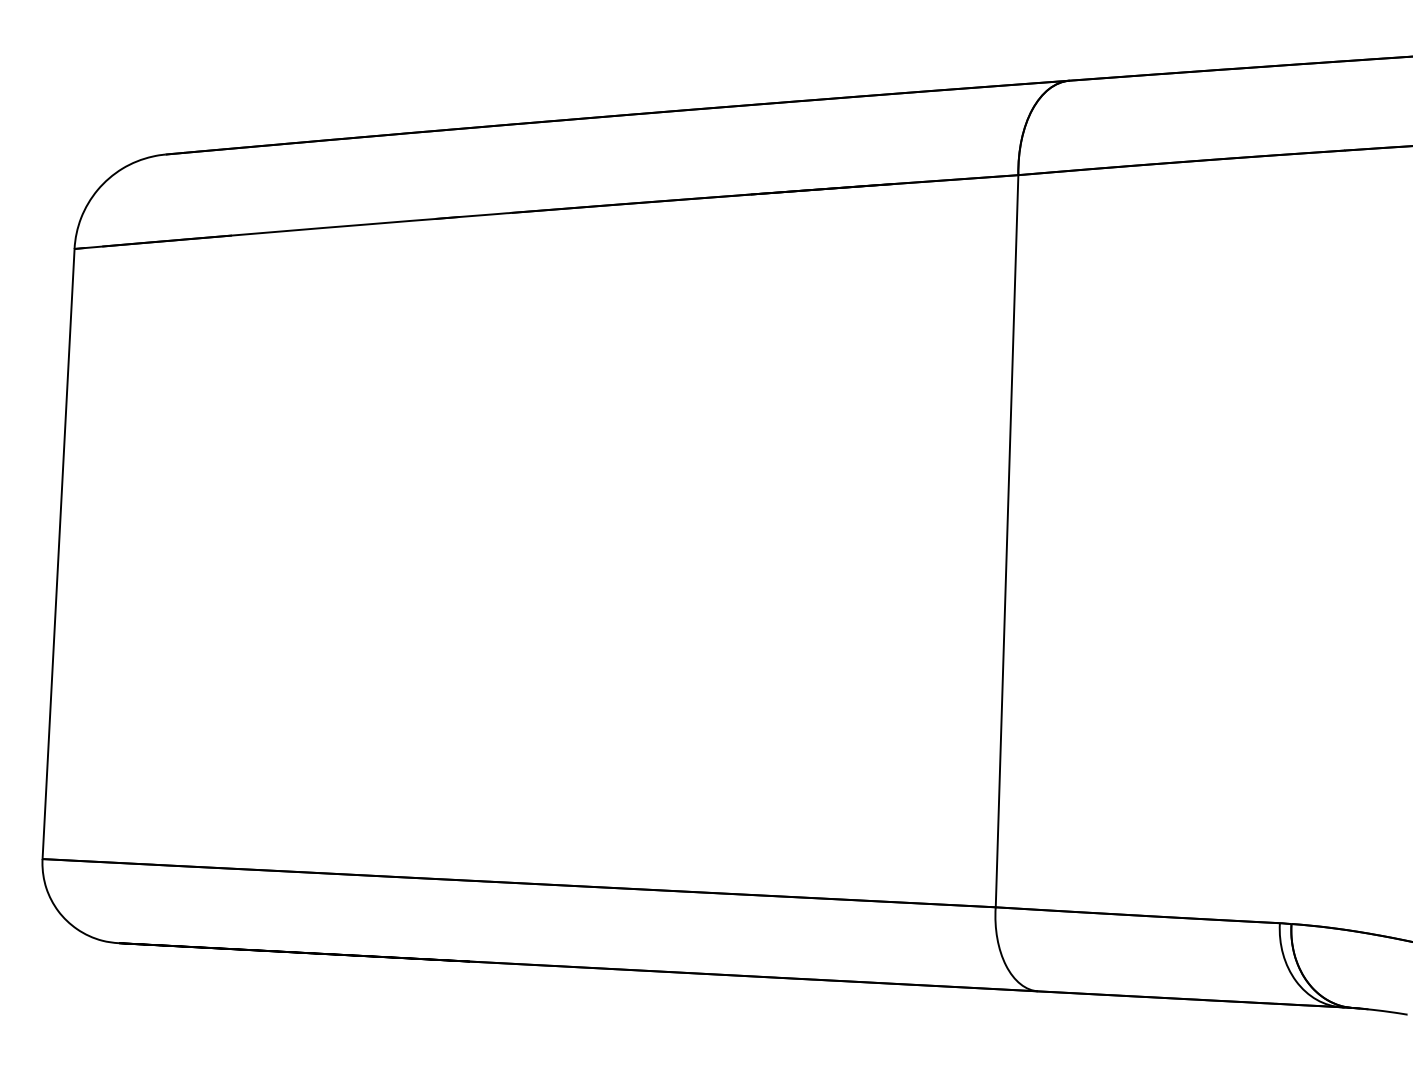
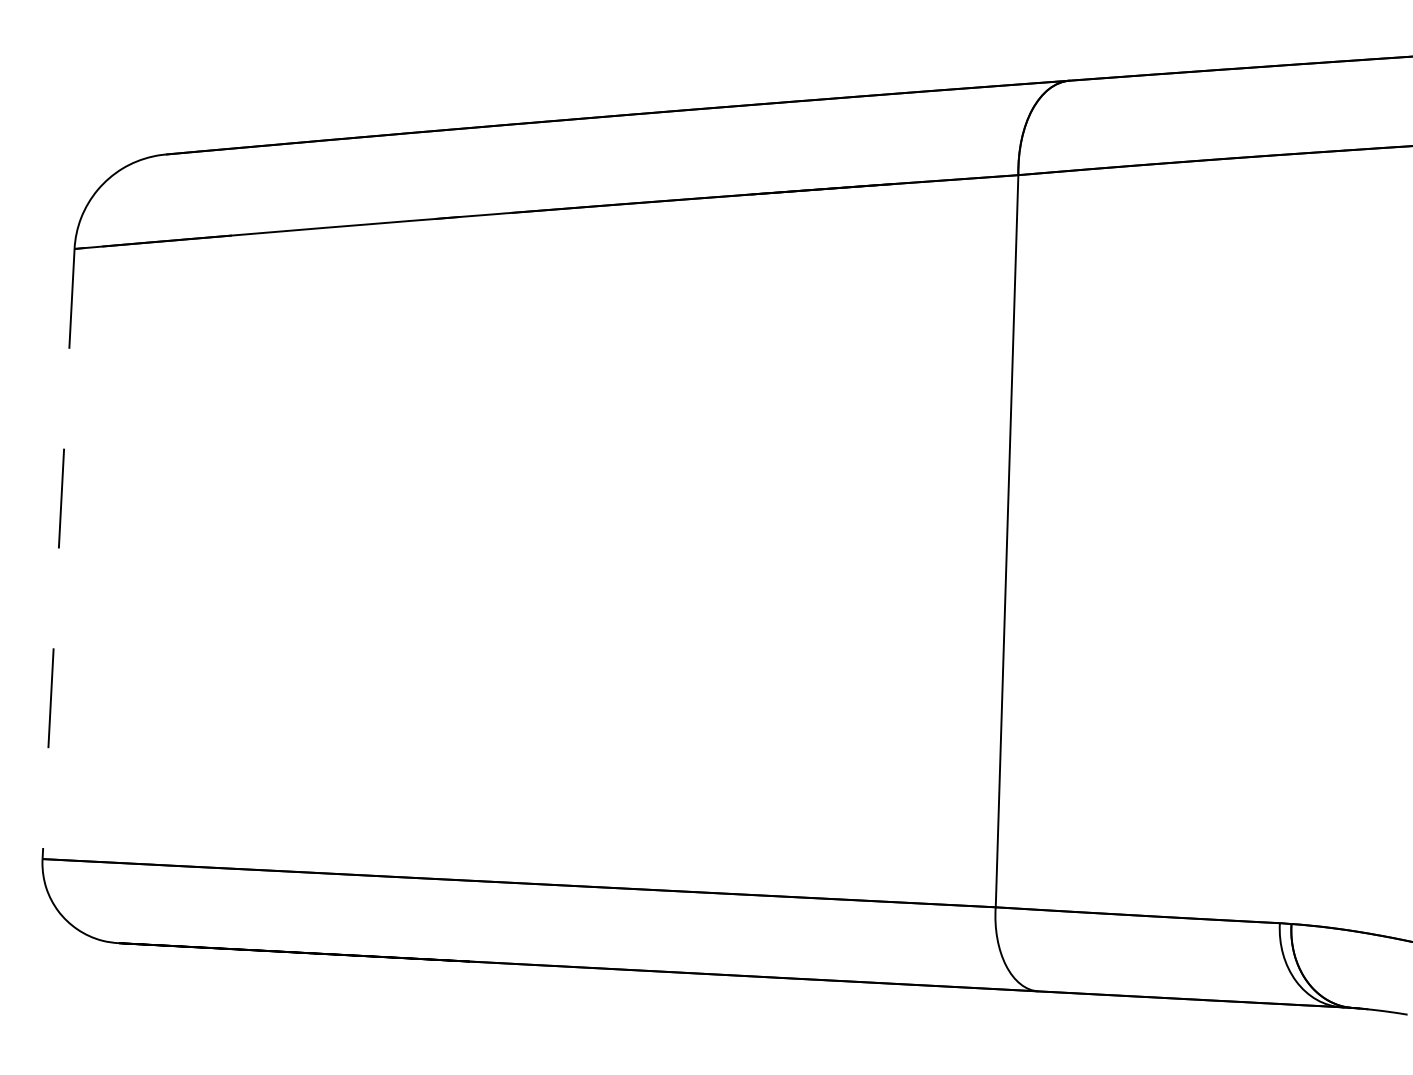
line at (58, 554): solid -> dashed
